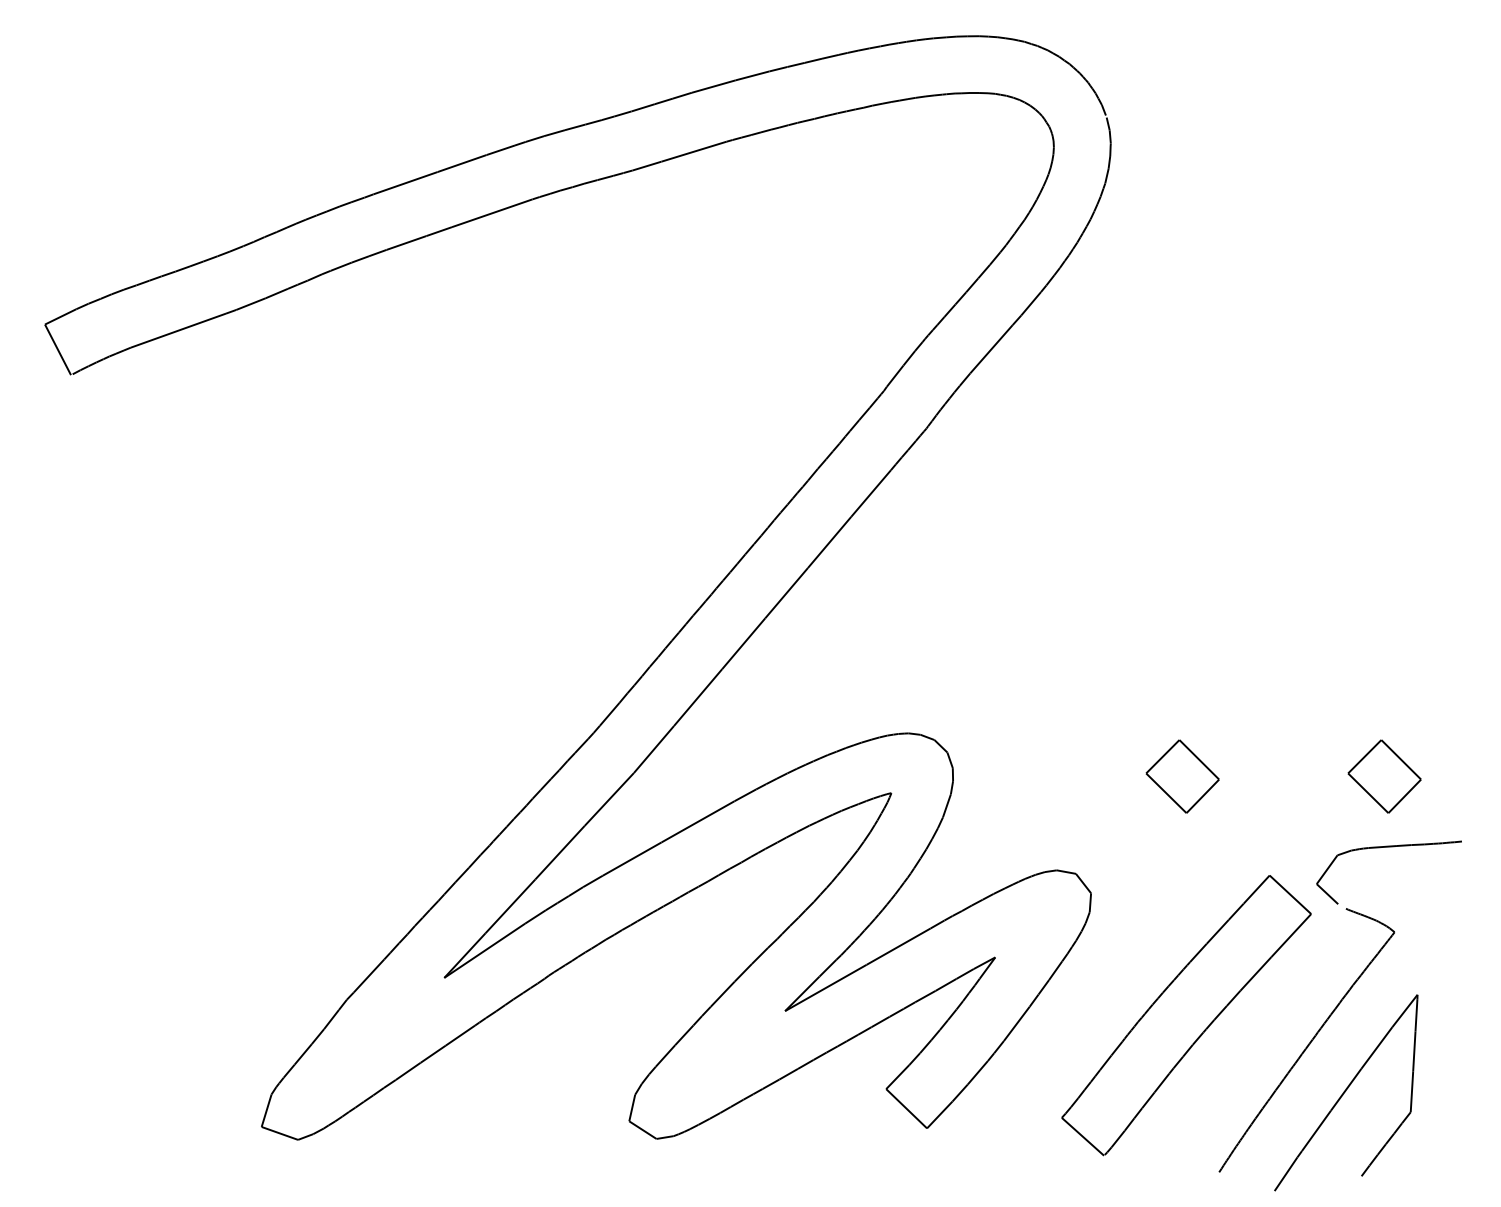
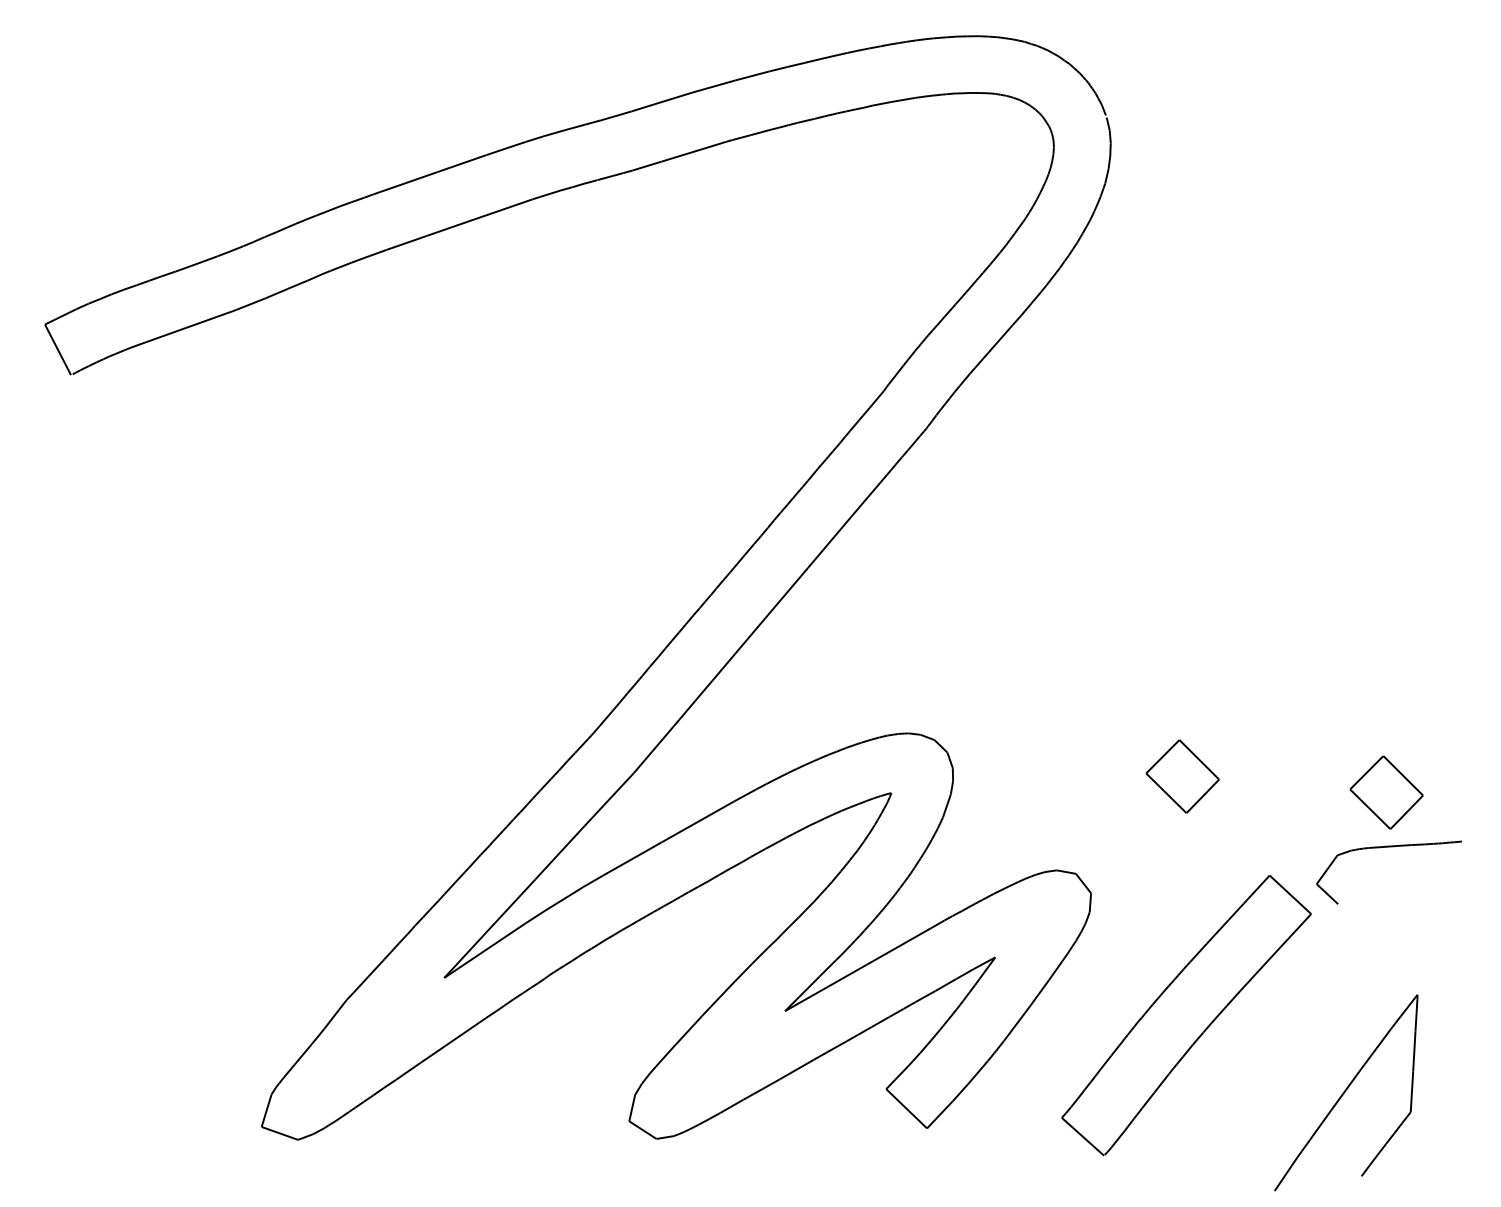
part at (1384, 776) position: (1384, 776) -> (1386, 792)
part at (1306, 1040): present -> none
